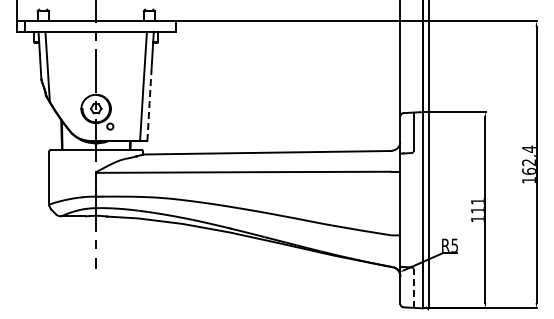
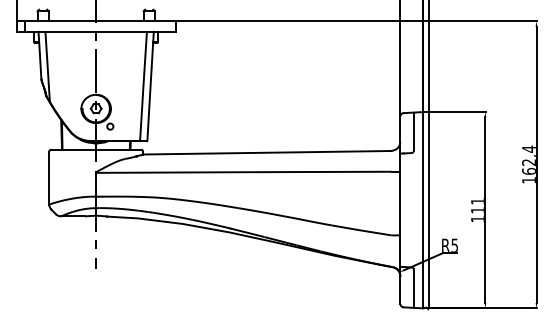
line at (149, 103): dashed -> solid
line at (413, 288): dashed -> solid
